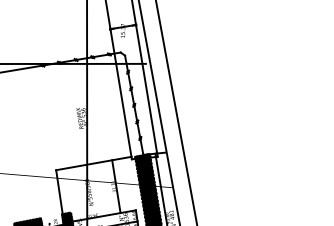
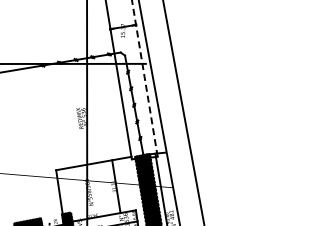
line at (144, 78): solid -> dashed
line at (176, 112) position: (176, 112) -> (183, 112)
